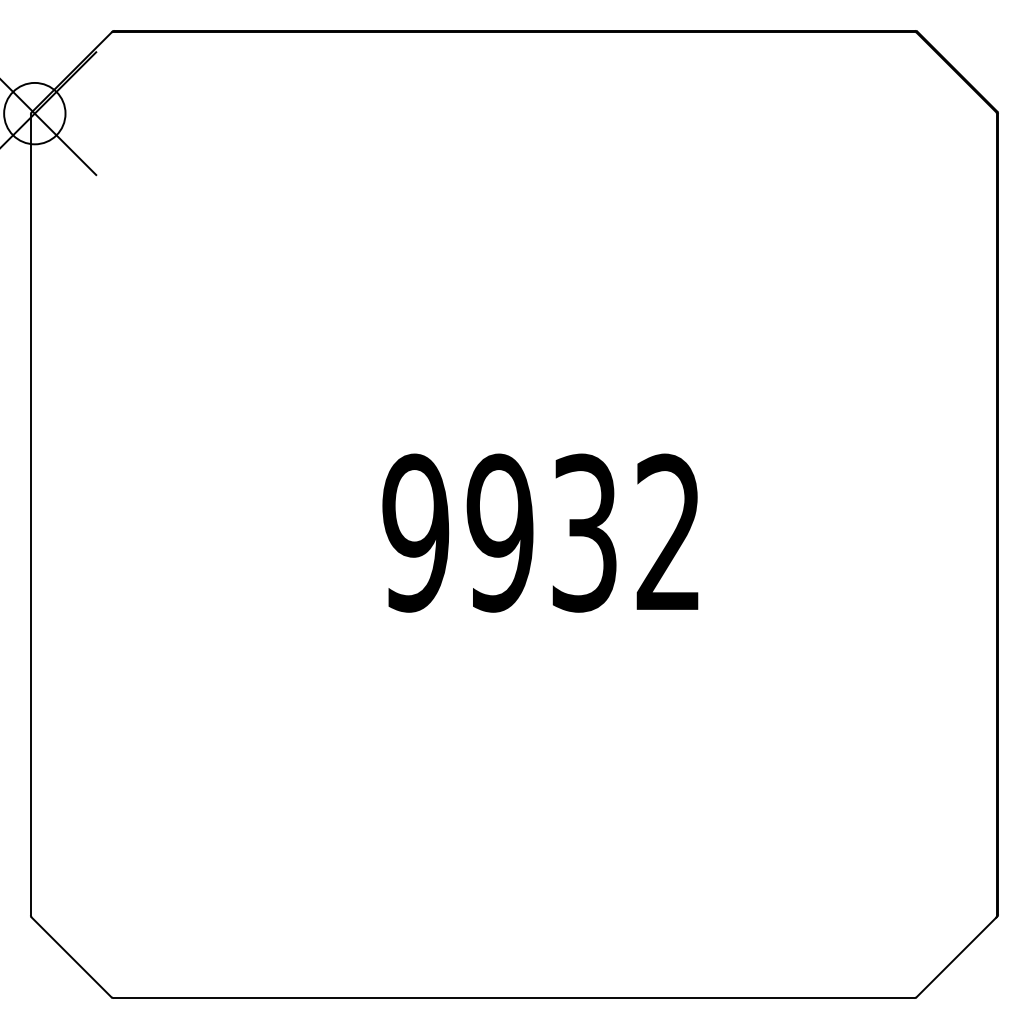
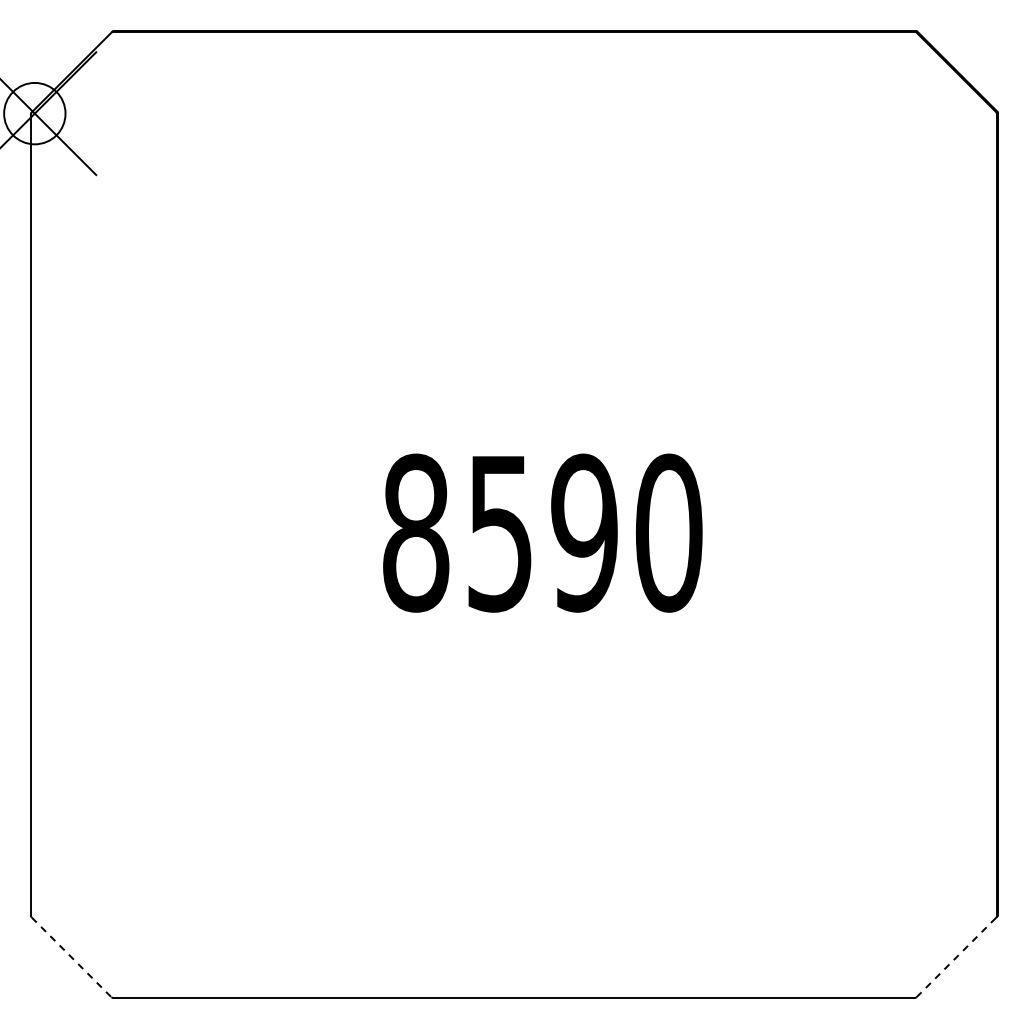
text at (542, 532): 9932 -> 8590
line at (71, 957): solid -> dashed
line at (956, 957): solid -> dashed
